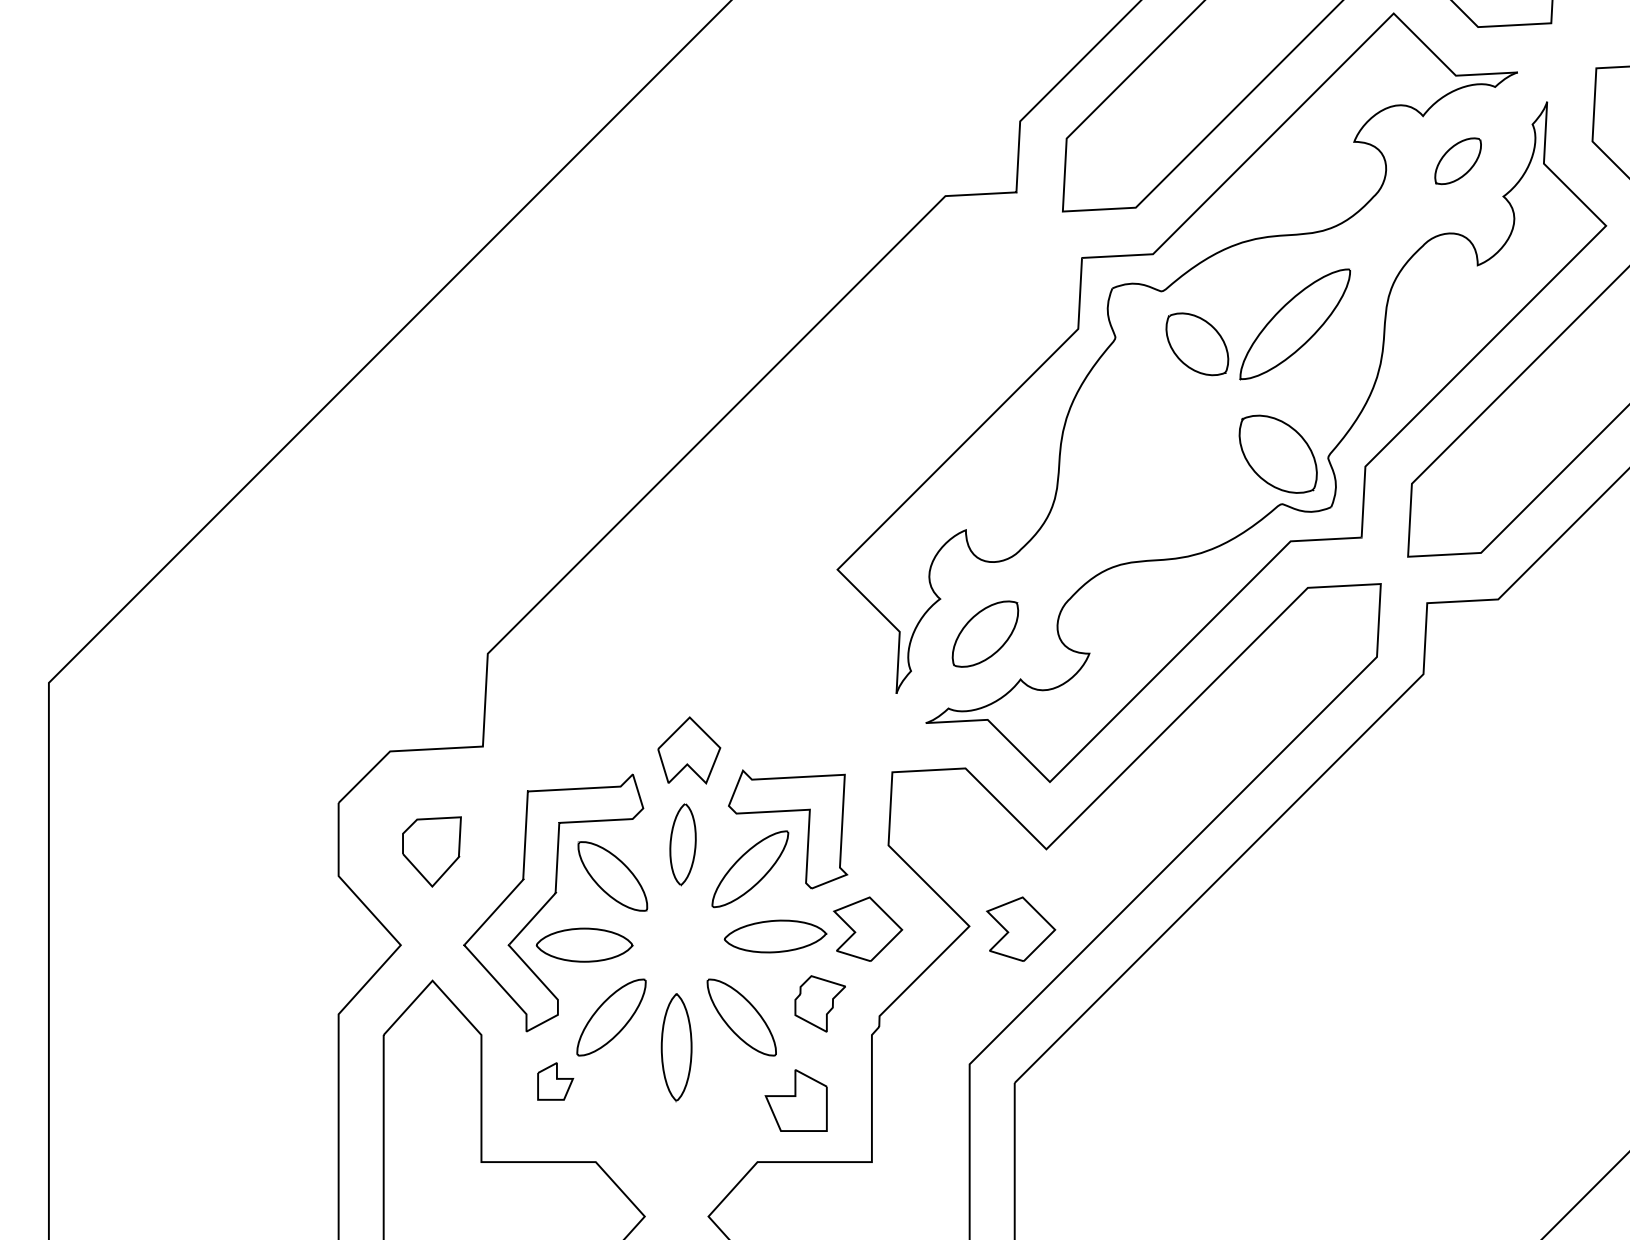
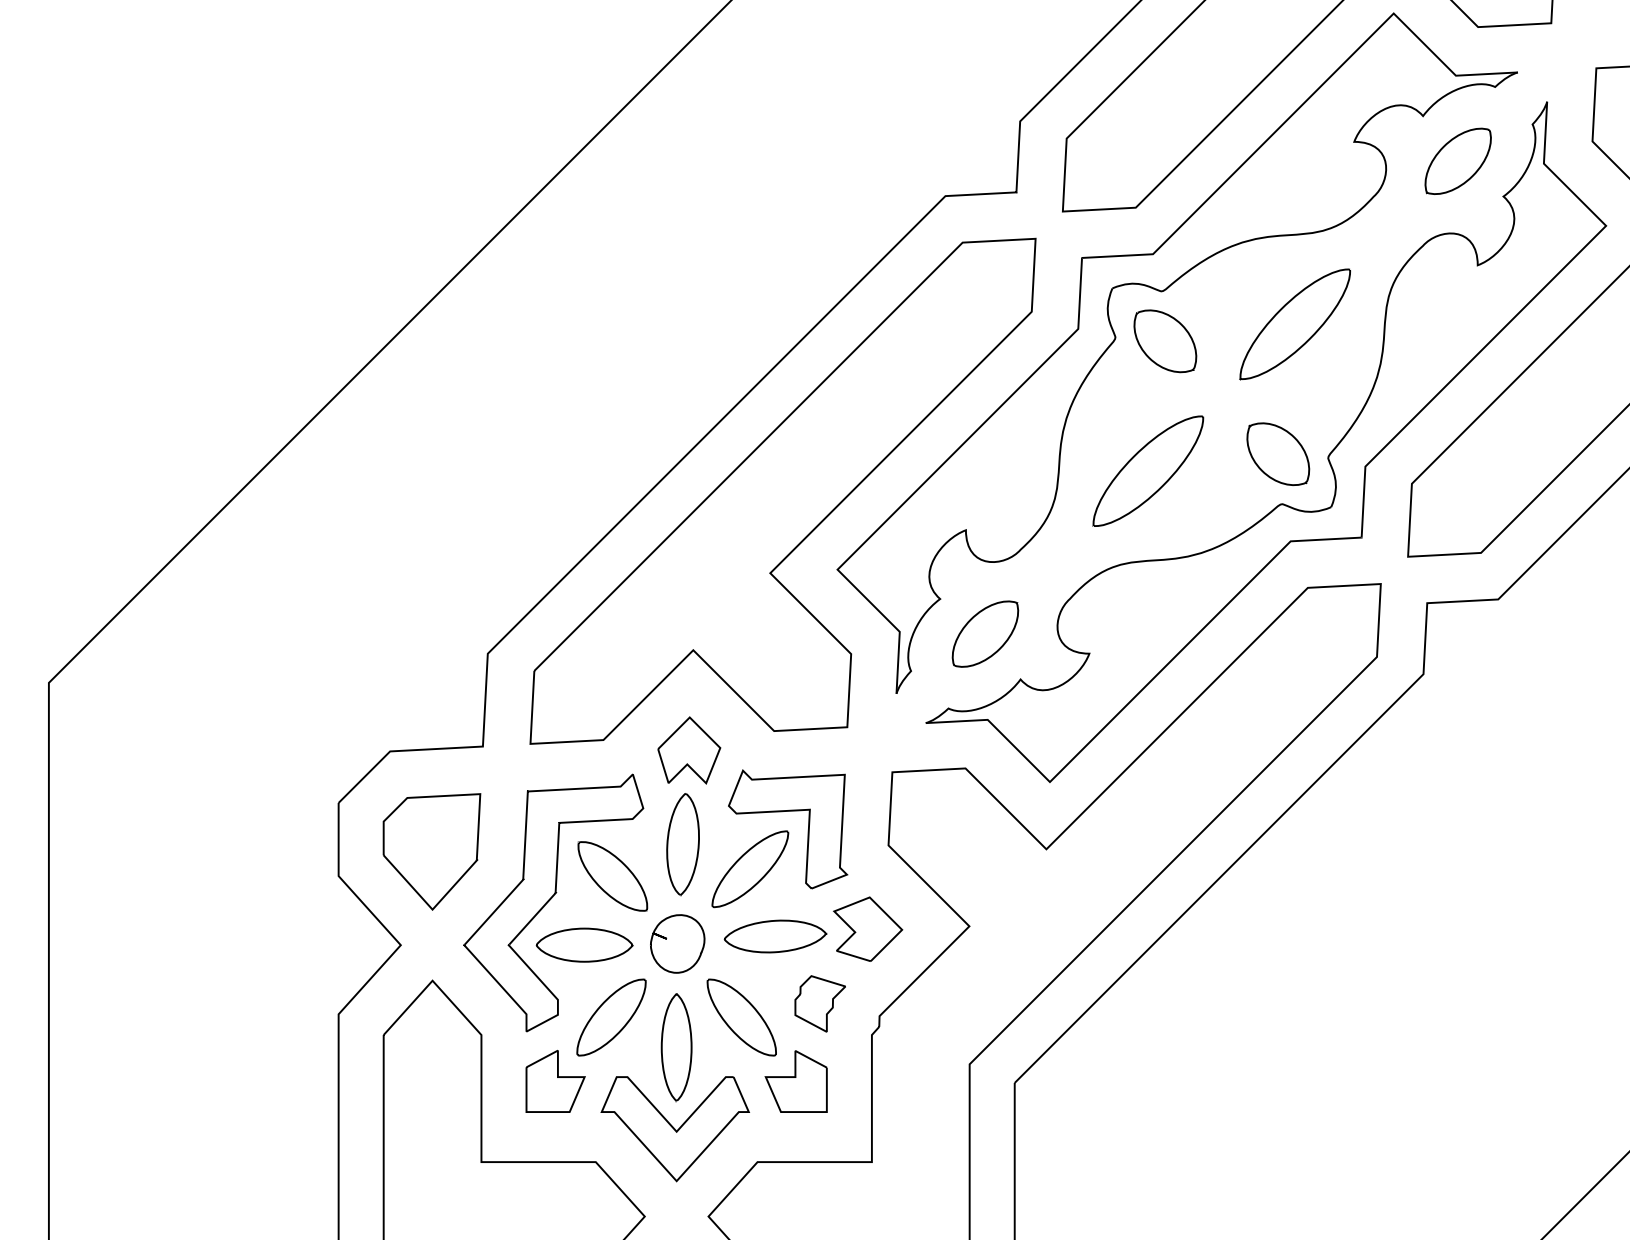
part at (1457, 161) size: 48x49 px -> 68x68 px
part at (1197, 344) position: (1197, 344) -> (1165, 341)
part at (1277, 453) size: 80x80 px -> 65x64 px
part at (1148, 470): none -> present
part at (782, 490): none -> present
part at (682, 844) size: 28x84 px -> 34x104 px
part at (431, 851) size: 60x72 px -> 100x118 px
part at (1021, 928): present -> none
part at (677, 943): none -> present
part at (555, 1081) size: 38x39 px -> 61x63 px
part at (795, 1100) position: (795, 1100) -> (795, 1081)
part at (674, 1129): none -> present
